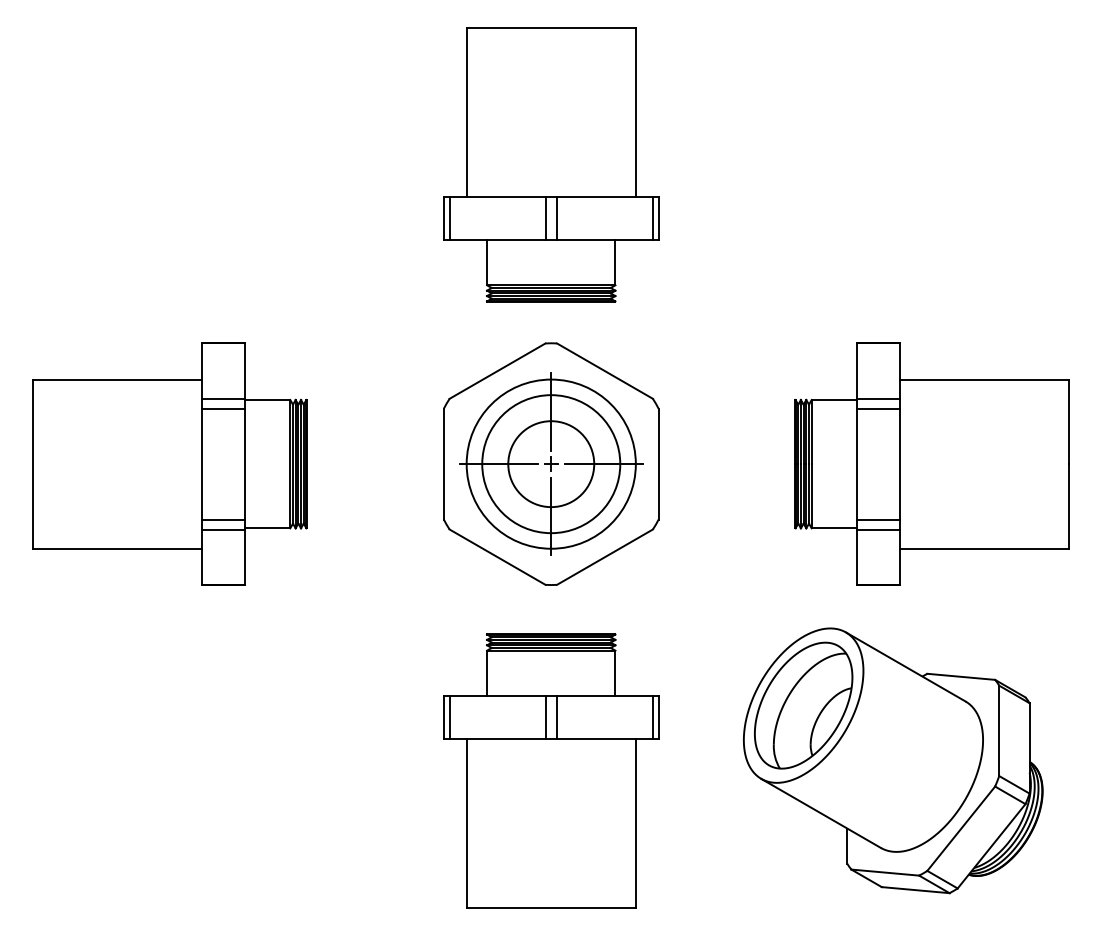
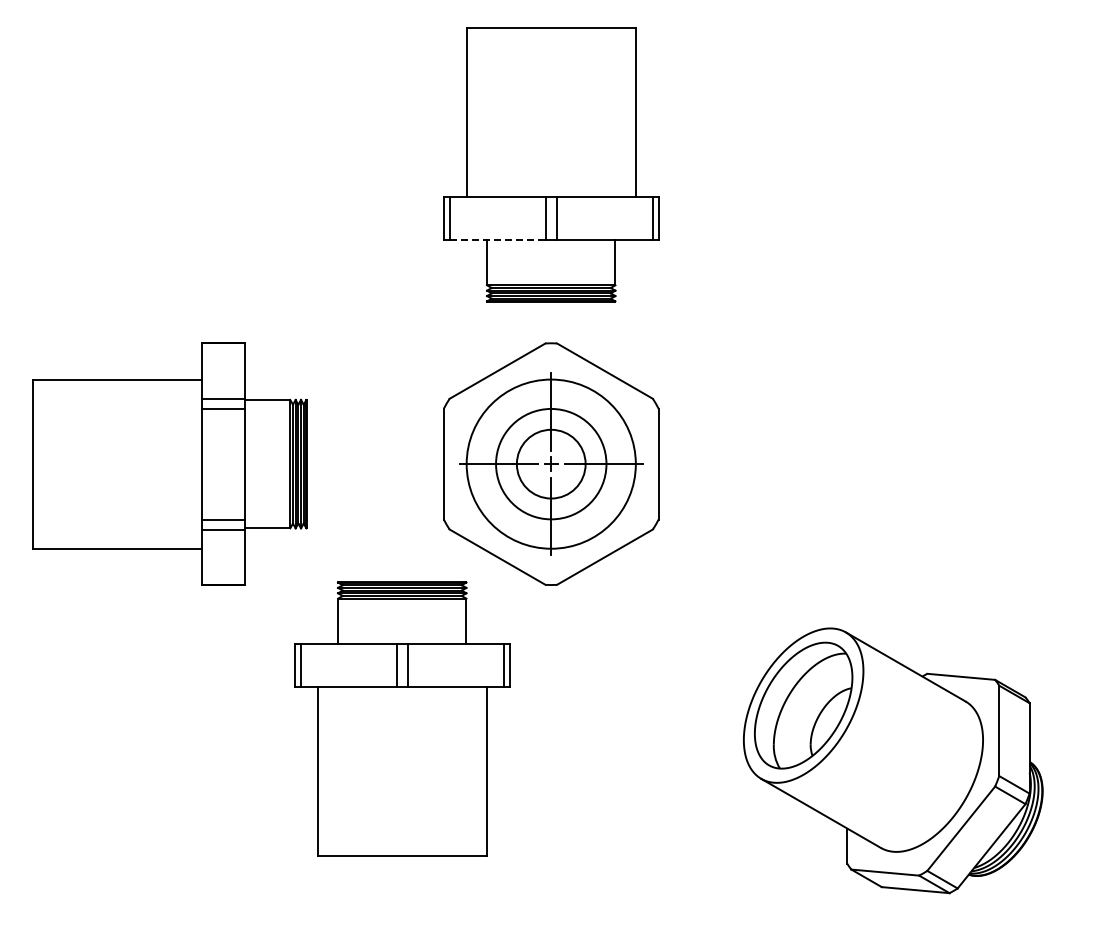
line at (497, 240): solid -> dashed
part at (931, 463): present -> none
circle at (551, 464) diameter: 138 px -> 110 px
circle at (551, 464) diameter: 86 px -> 69 px
part at (551, 770) position: (551, 770) -> (402, 718)
